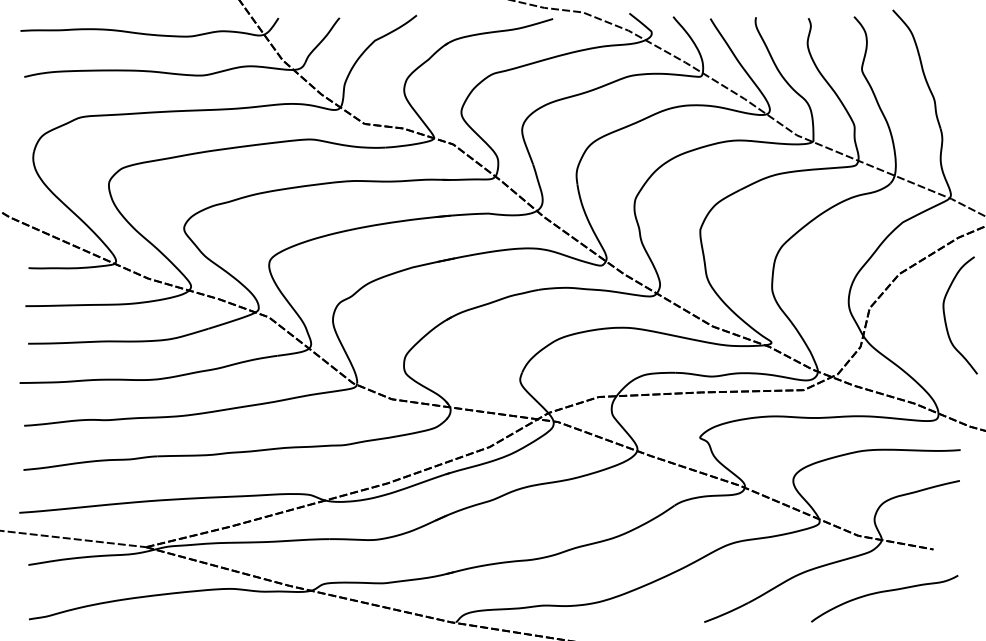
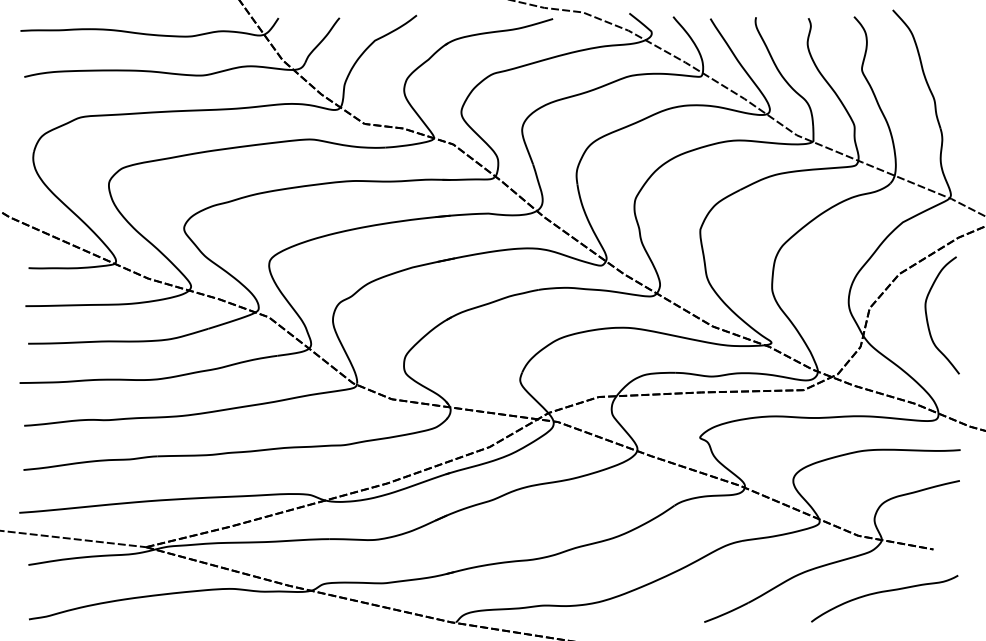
curve at (946, 320) position: (946, 320) -> (928, 320)
